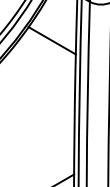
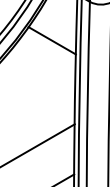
line at (38, 144): none -> present
